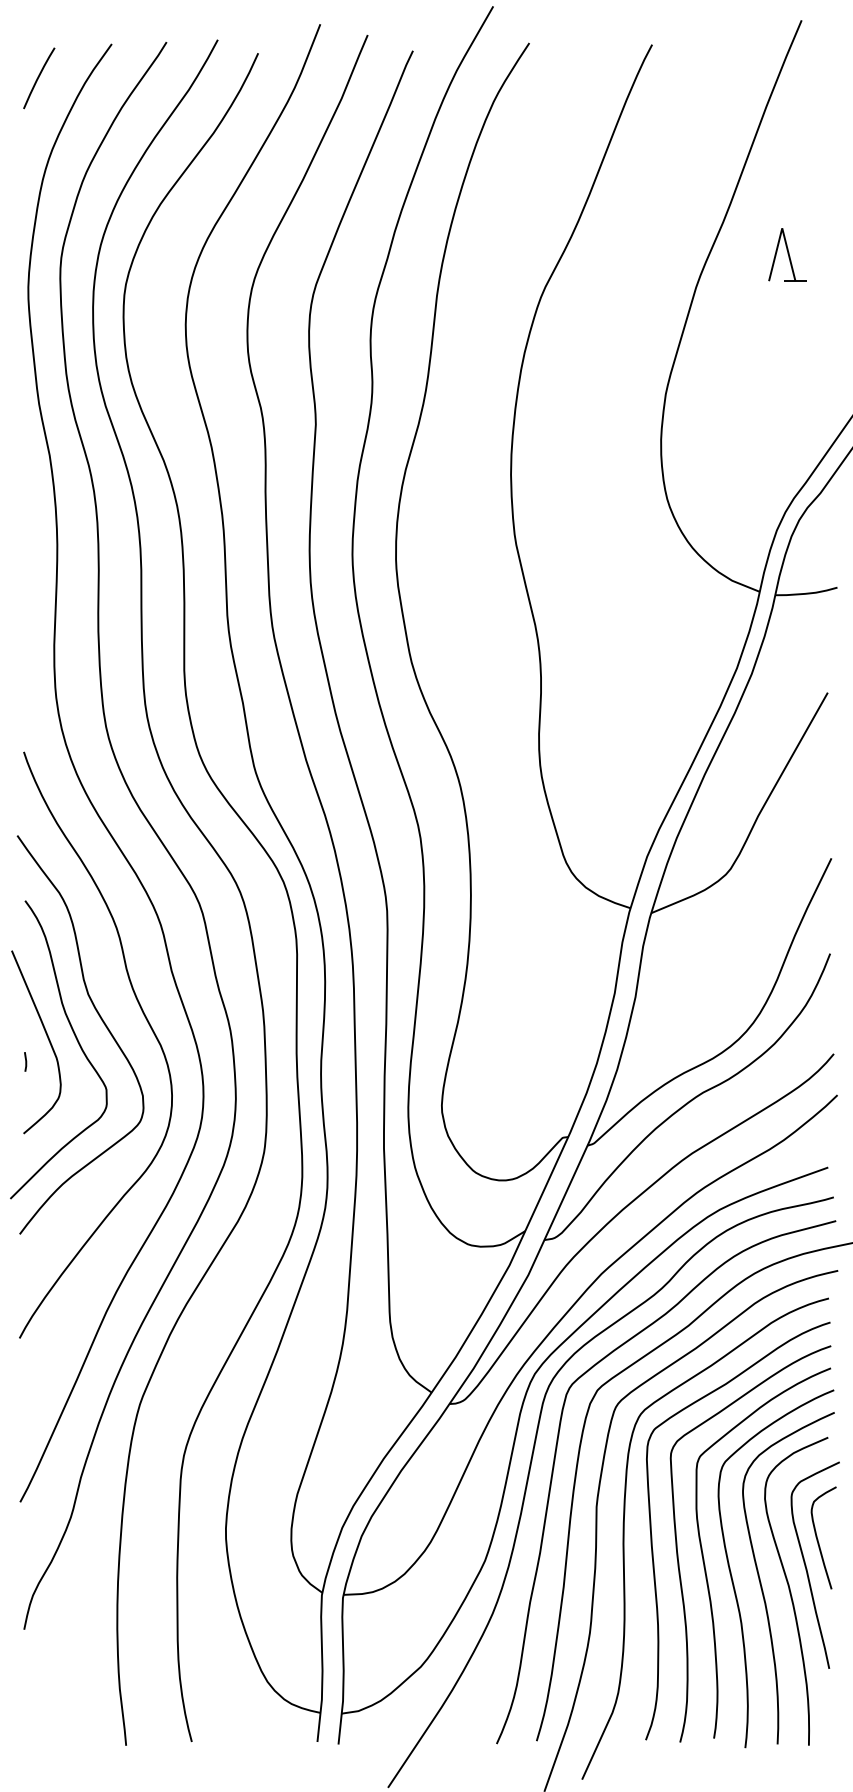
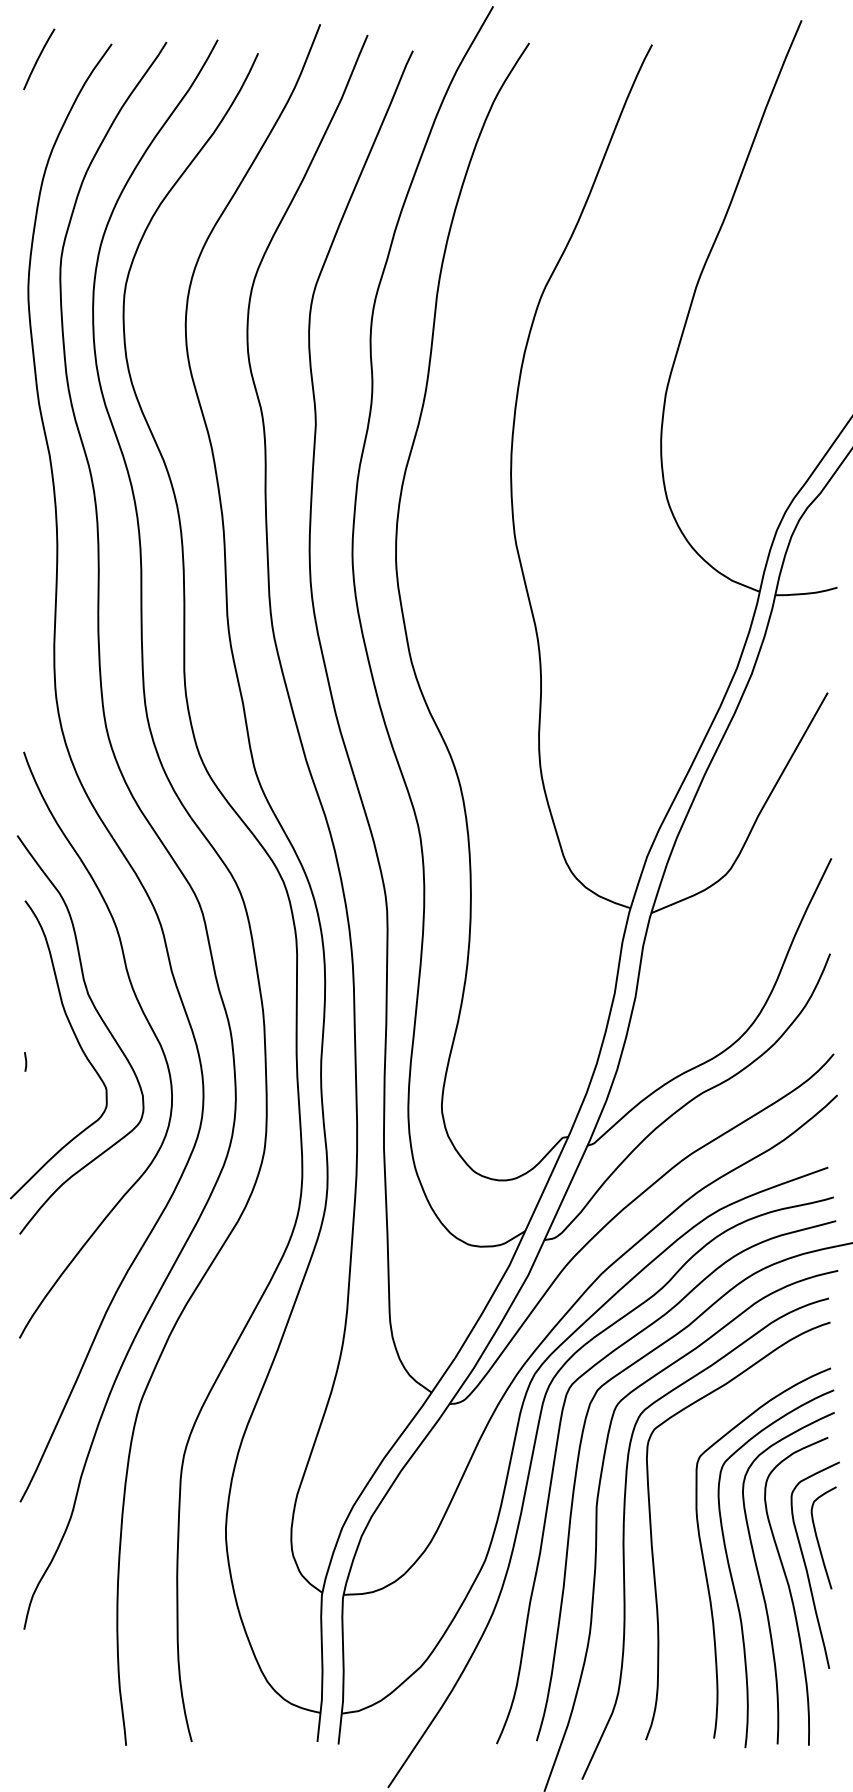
curve at (39, 77) position: (39, 77) -> (39, 58)
part at (787, 254): present -> none
curve at (46, 1036): present -> none
curve at (678, 1553): present -> none
